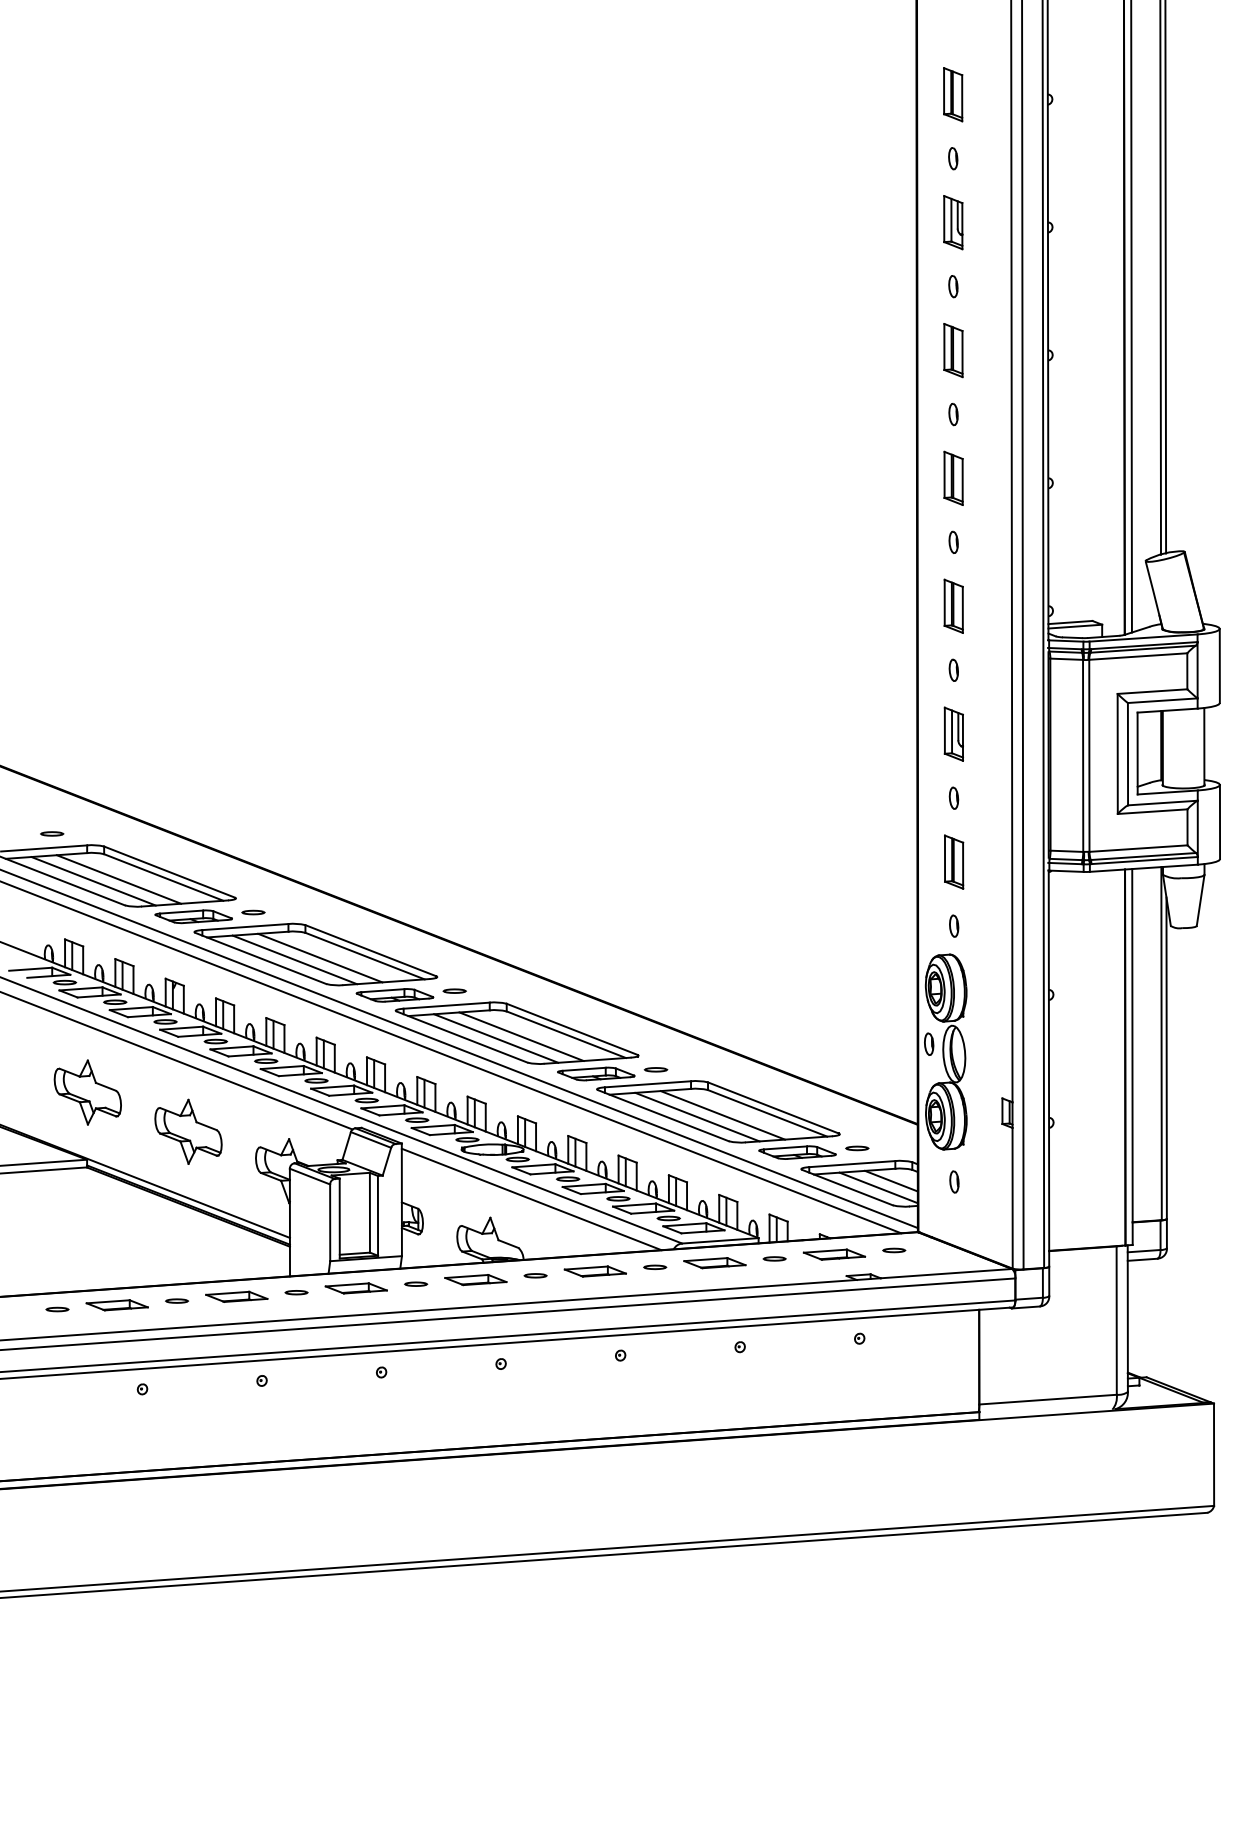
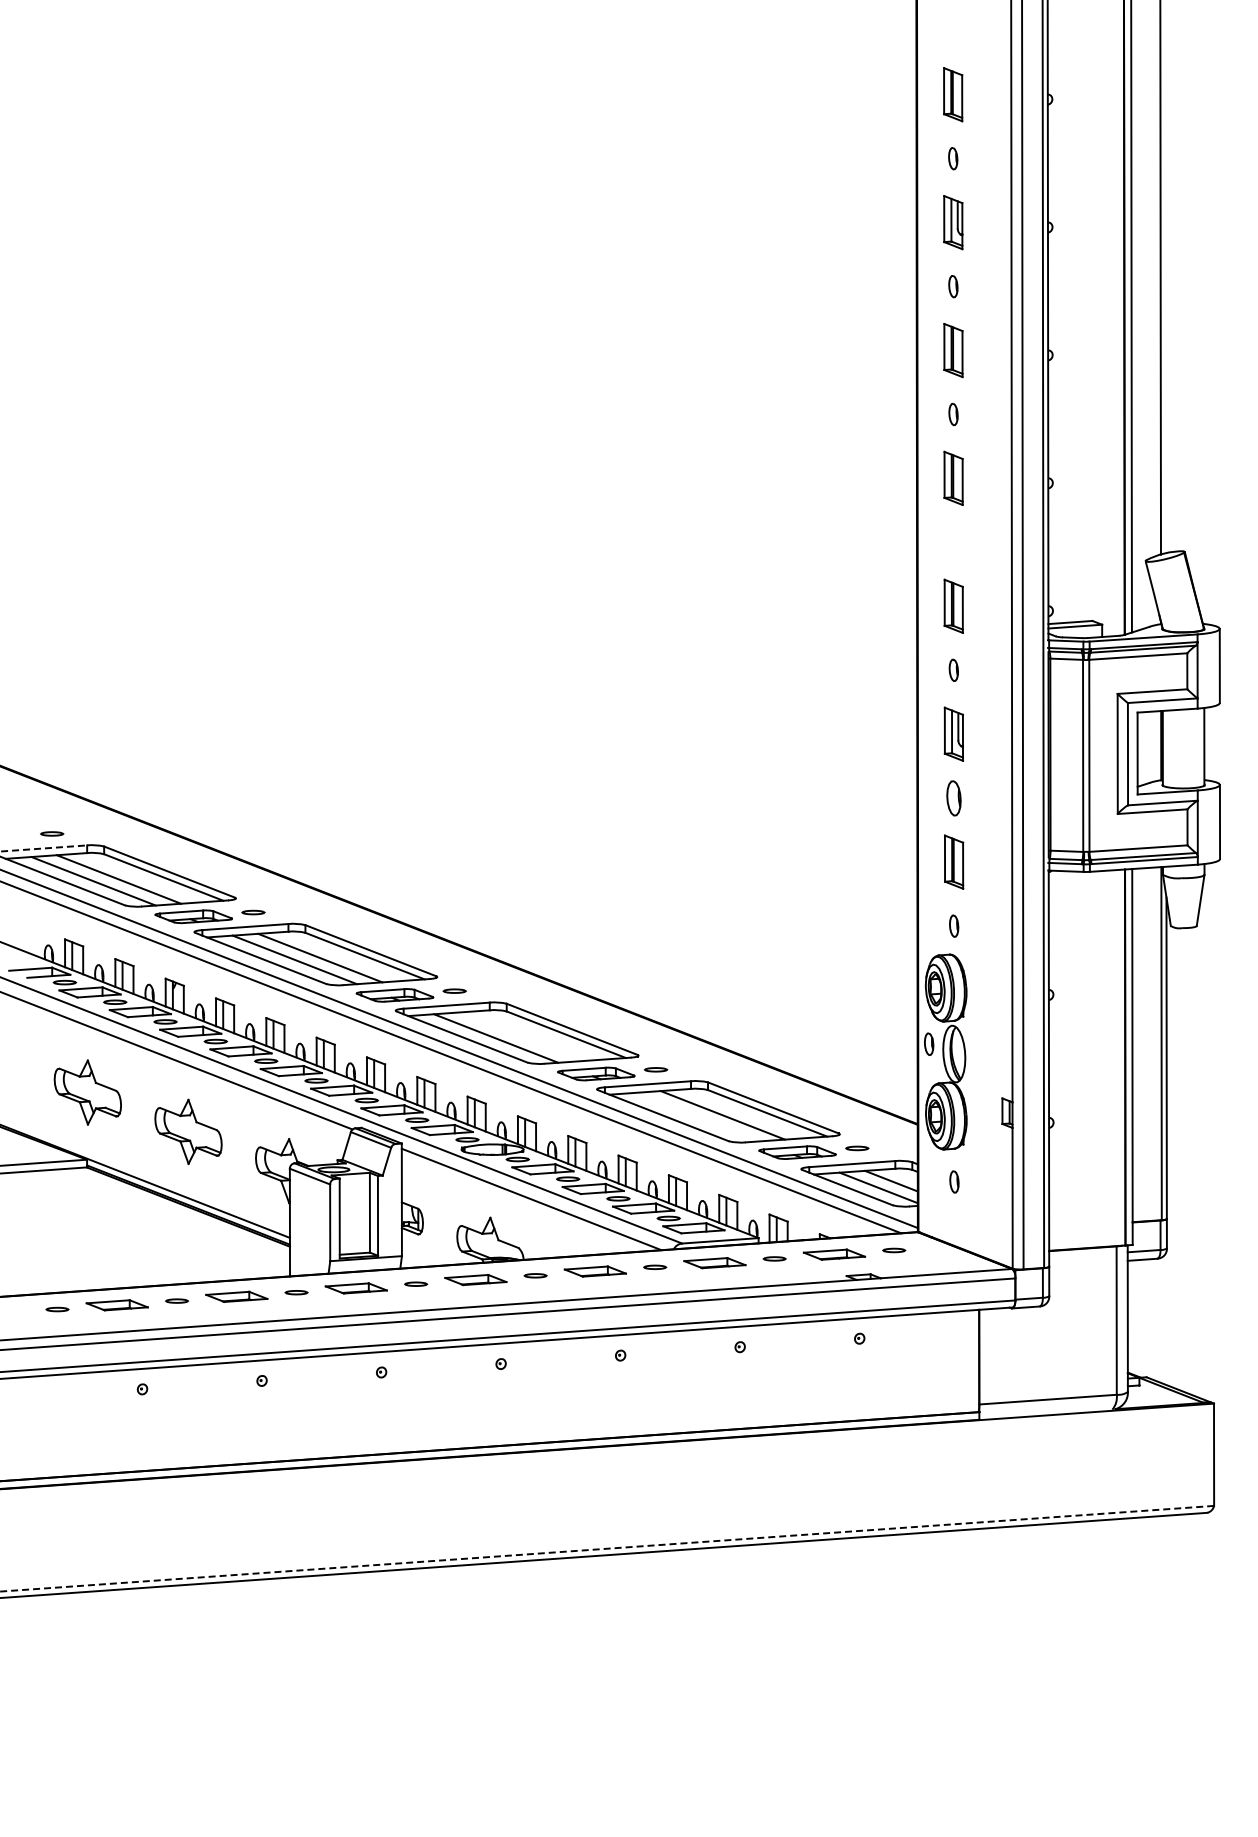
line at (1165, 277): present -> none
part at (953, 541): present -> none
part at (953, 797) size: 12x24 px -> 16x37 px
line at (44, 848): solid -> dashed
line at (521, 1036): present -> none
line at (697, 1116): present -> none
line at (606, 1548): solid -> dashed
